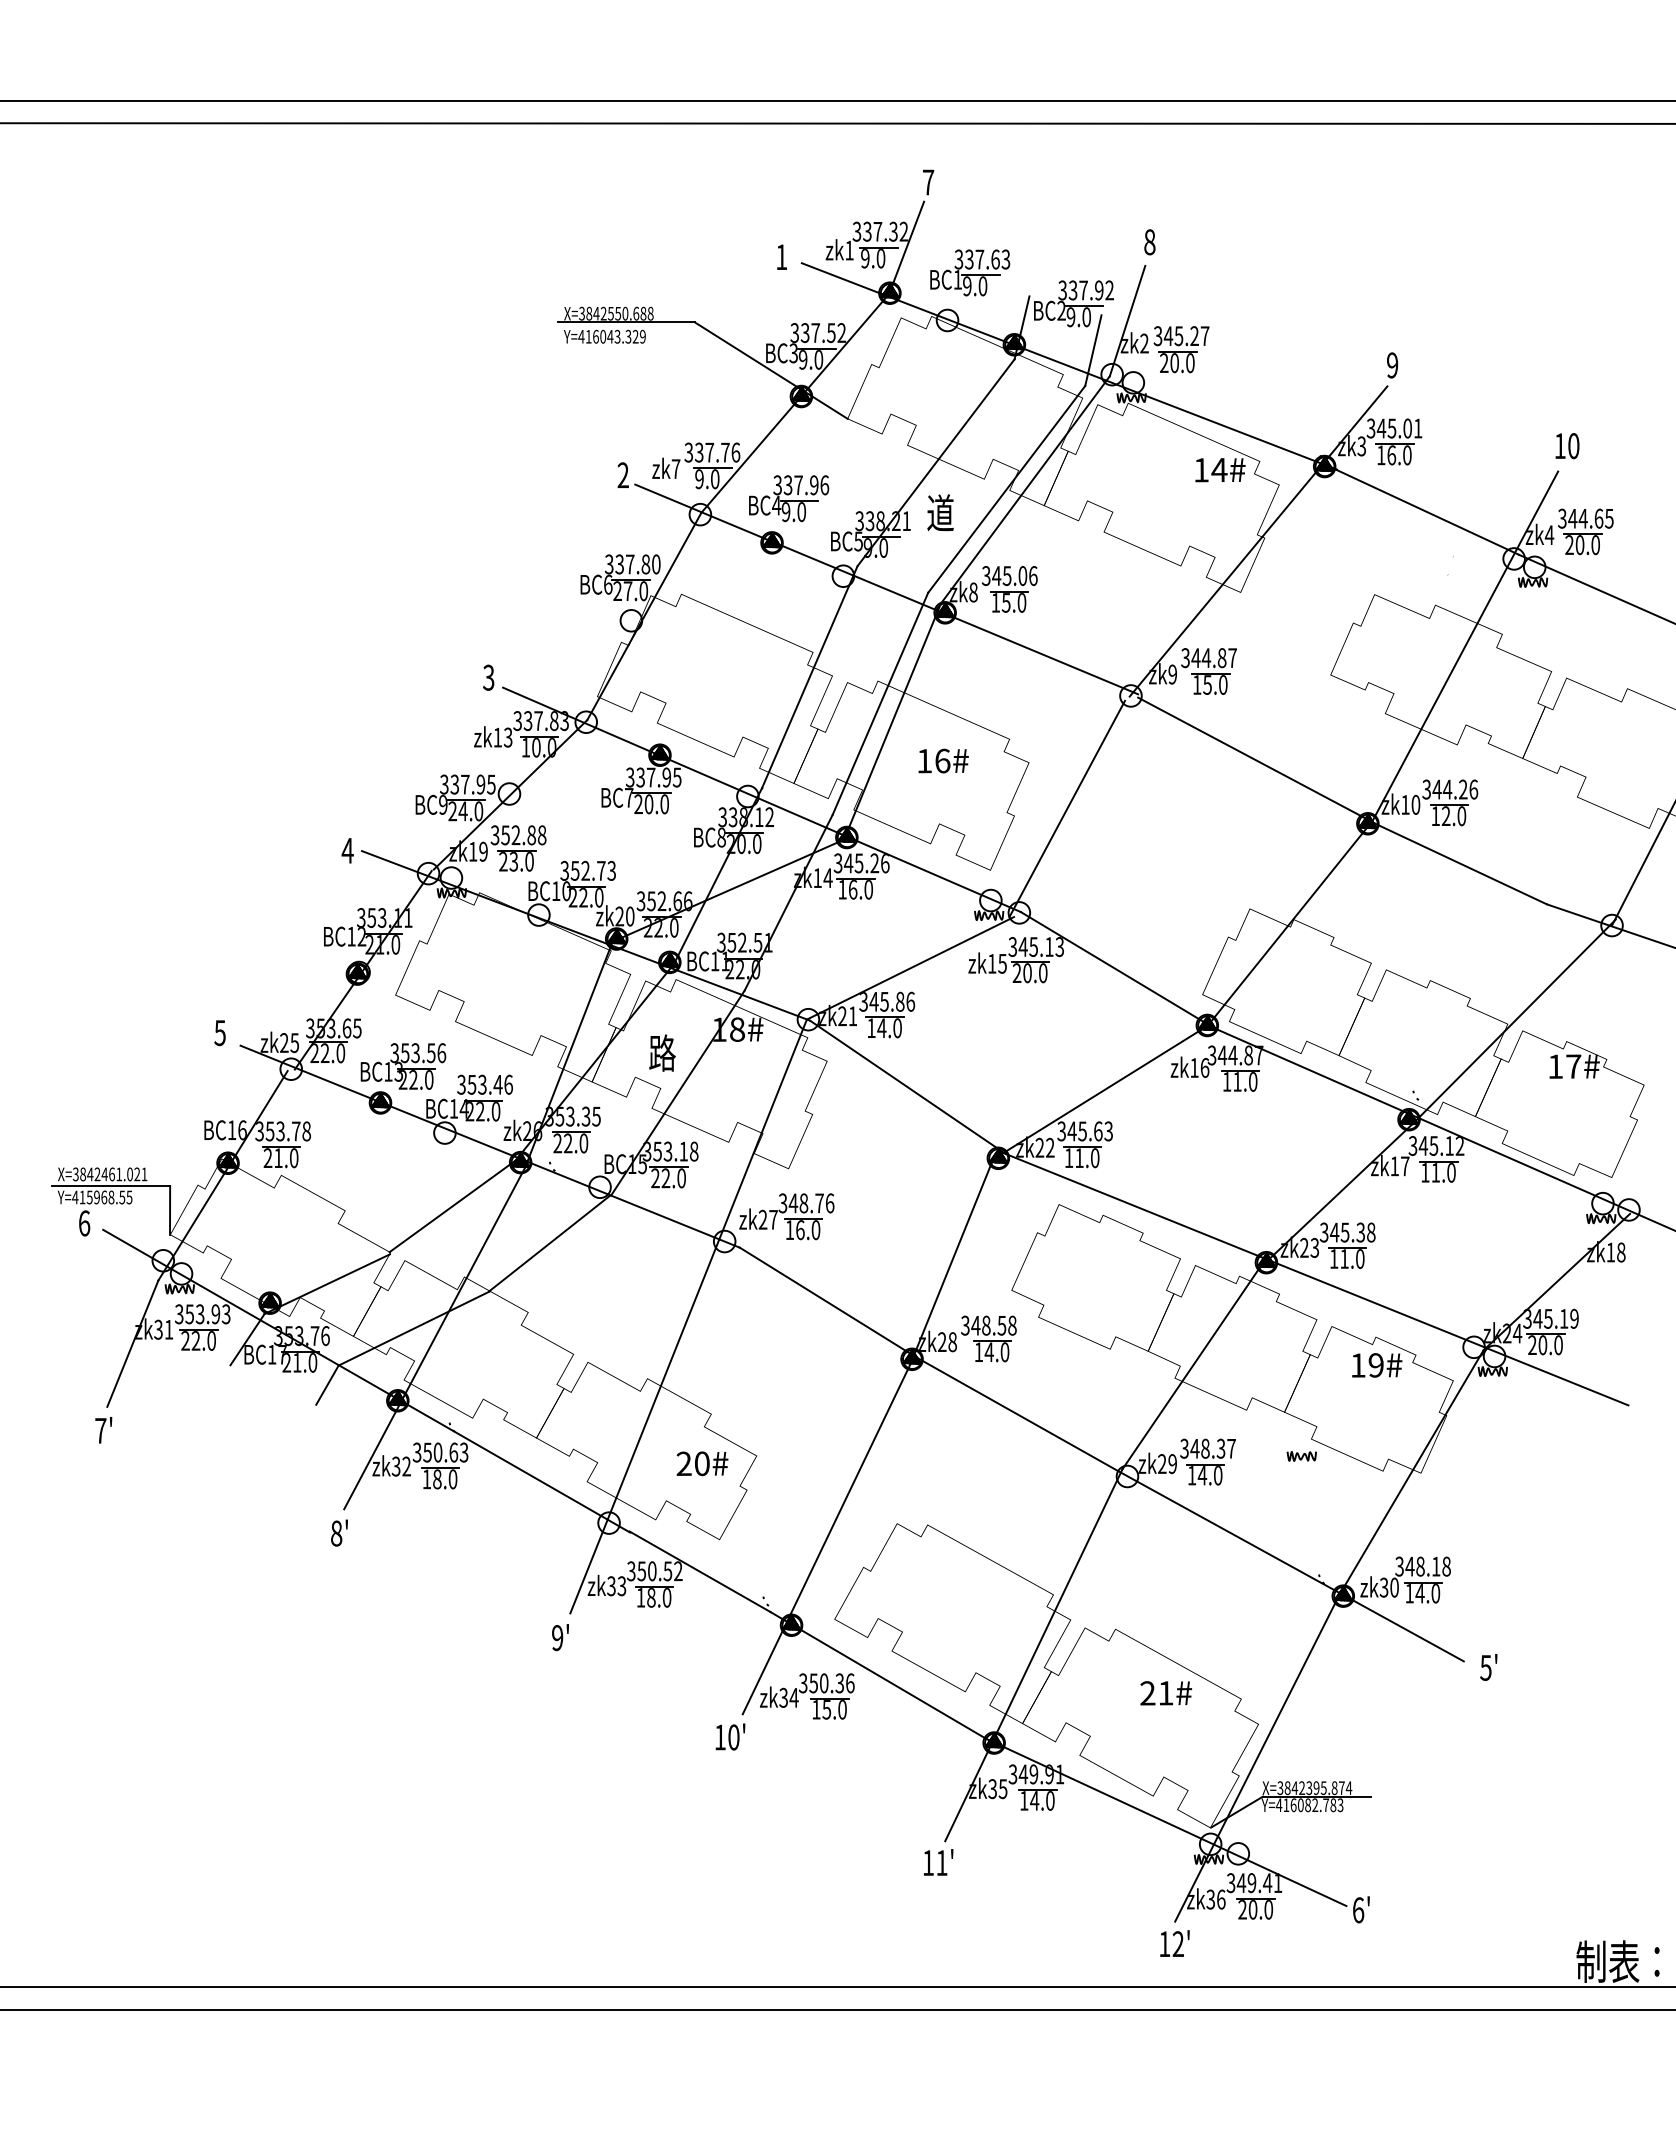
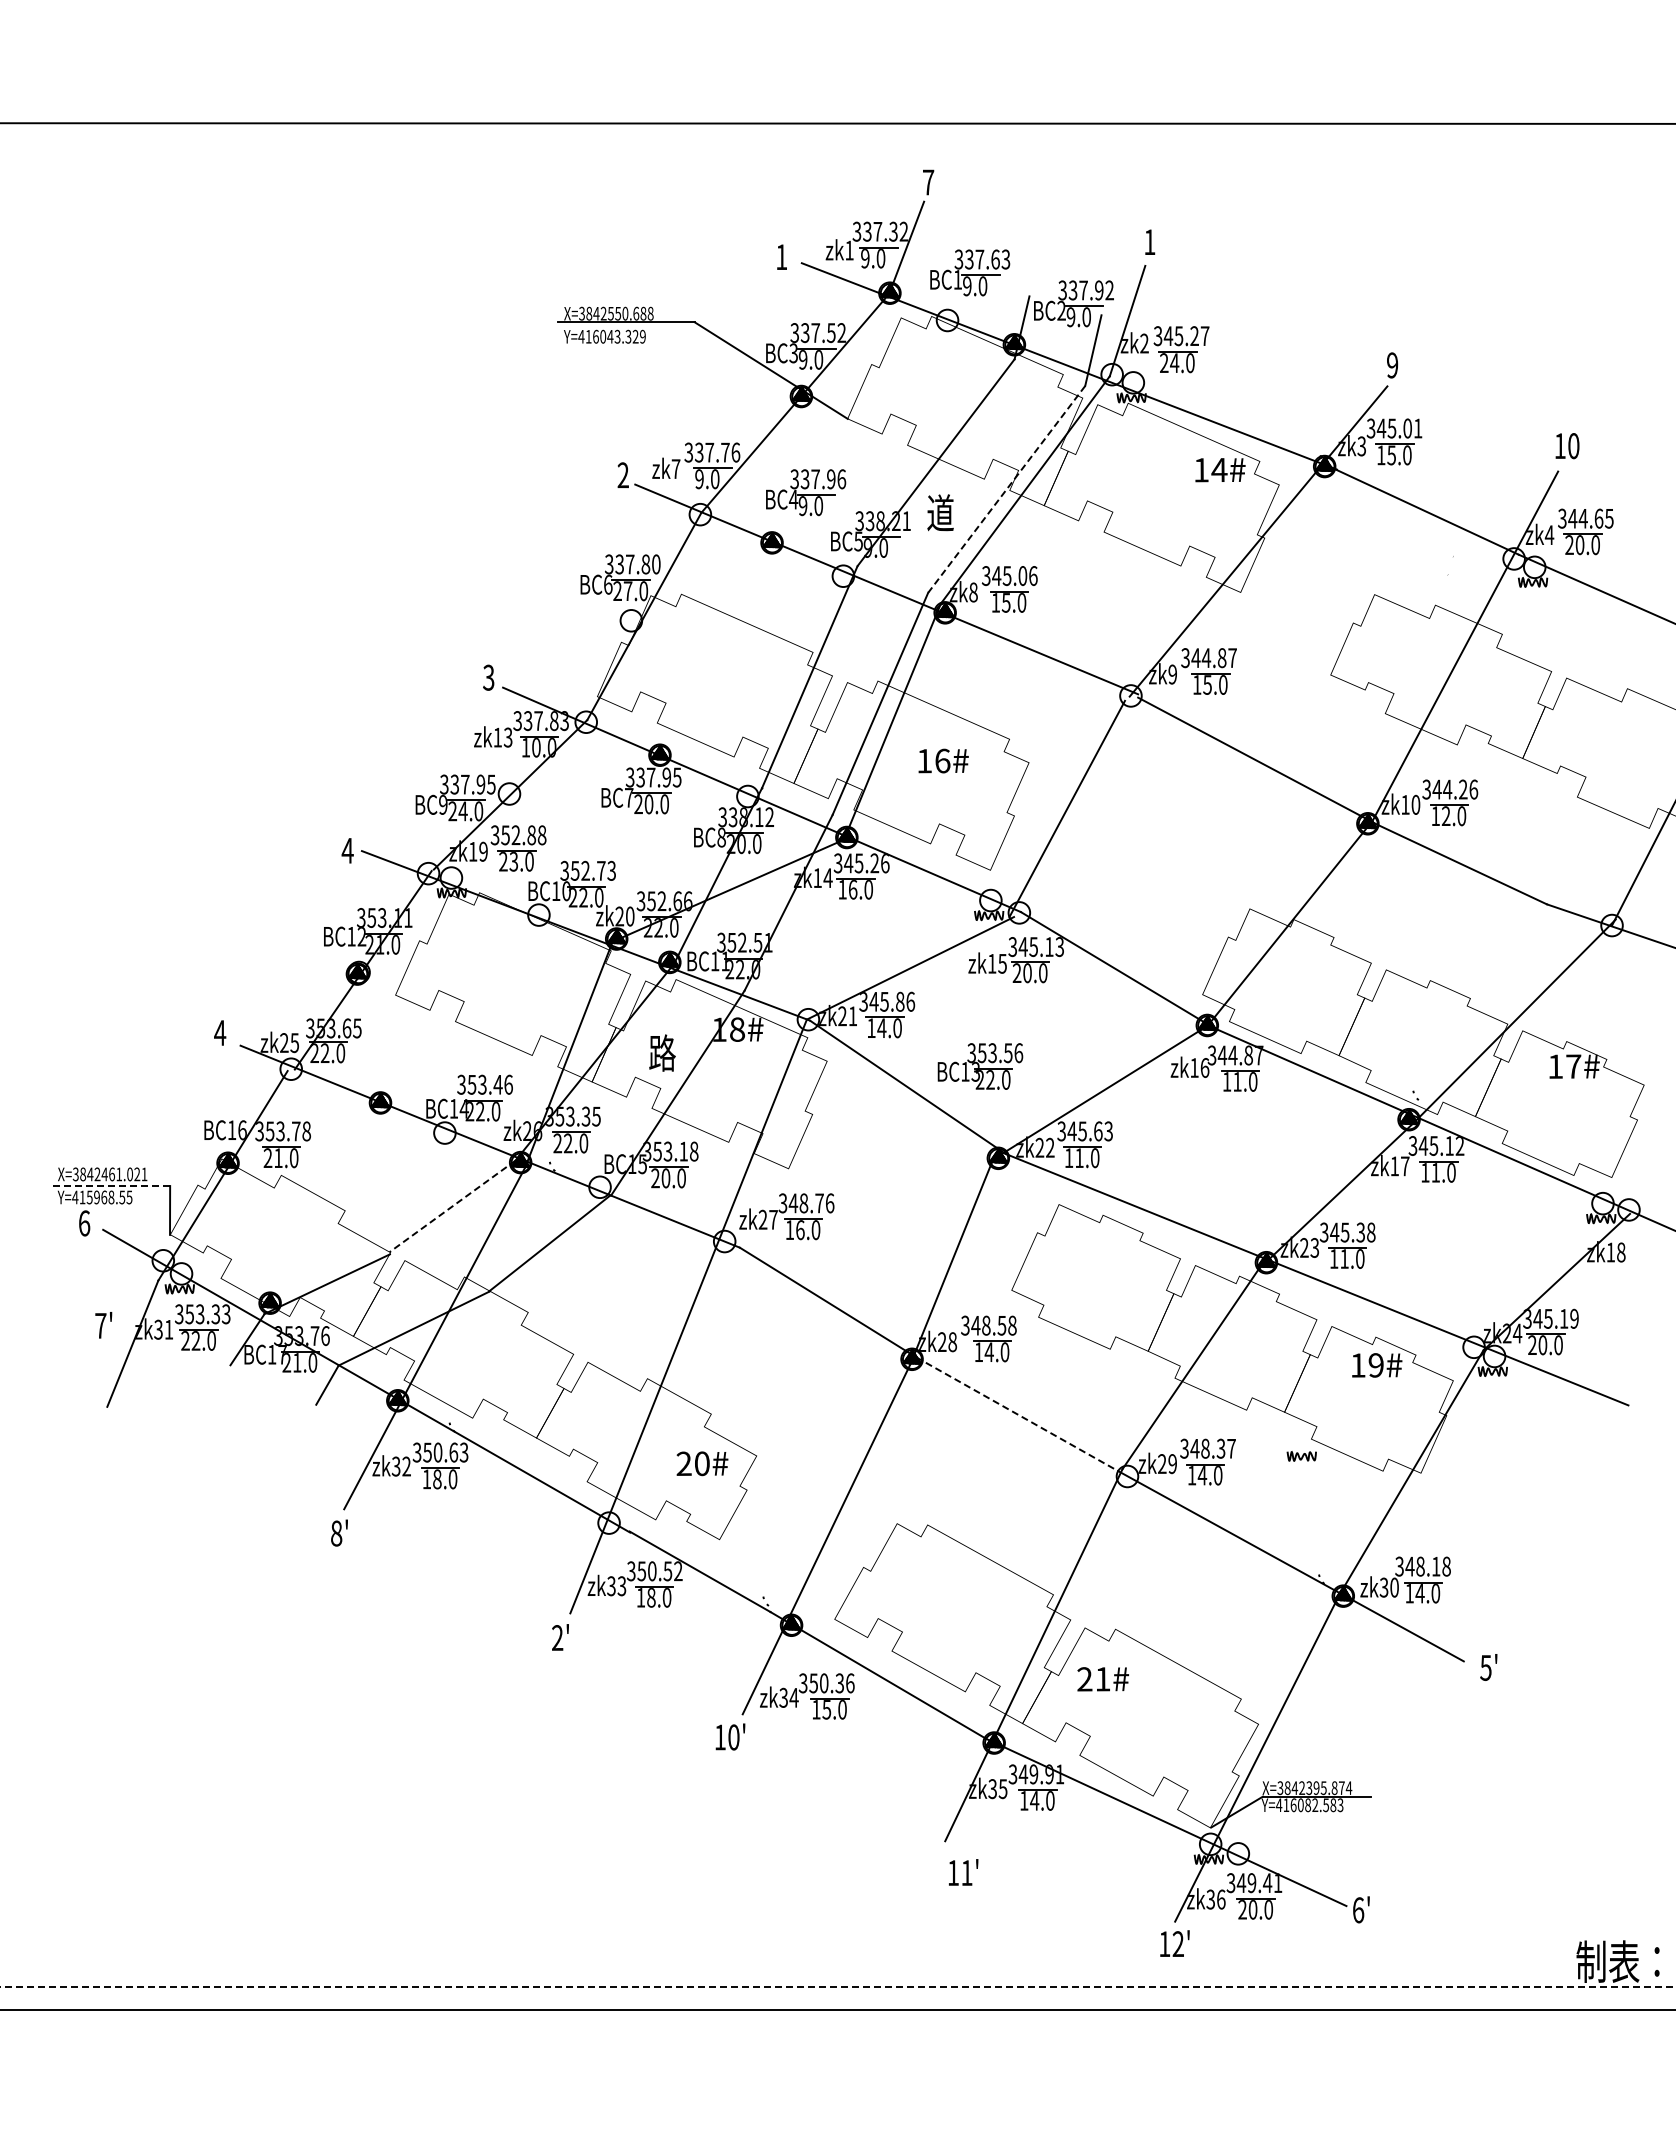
line at (837, 101): present -> none
text at (1149, 242): 8 -> 1
text at (1174, 363): 20.0 -> 24.0
text at (1391, 455): 16.0 -> 15.0
line at (1006, 489): solid -> dashed
part at (789, 498) position: (789, 498) -> (806, 492)
text at (220, 1033): 5 -> 4
part at (403, 1066) position: (403, 1066) -> (980, 1066)
text at (665, 1178): 22.0 -> 20.0
line at (110, 1186): solid -> dashed
line at (452, 1206): solid -> dashed
text at (215, 1314): 353.93 -> 353.33
line at (1017, 1414): solid -> dashed
text at (103, 1430) position: (103, 1430) -> (103, 1325)
text at (557, 1638): 9' -> 2'
text at (1165, 1693) position: (1165, 1693) -> (1102, 1679)
text at (1326, 1805): Y=416082.783 -> Y=416082.583
text at (938, 1862) position: (938, 1862) -> (963, 1872)
line at (837, 1987): solid -> dashed
